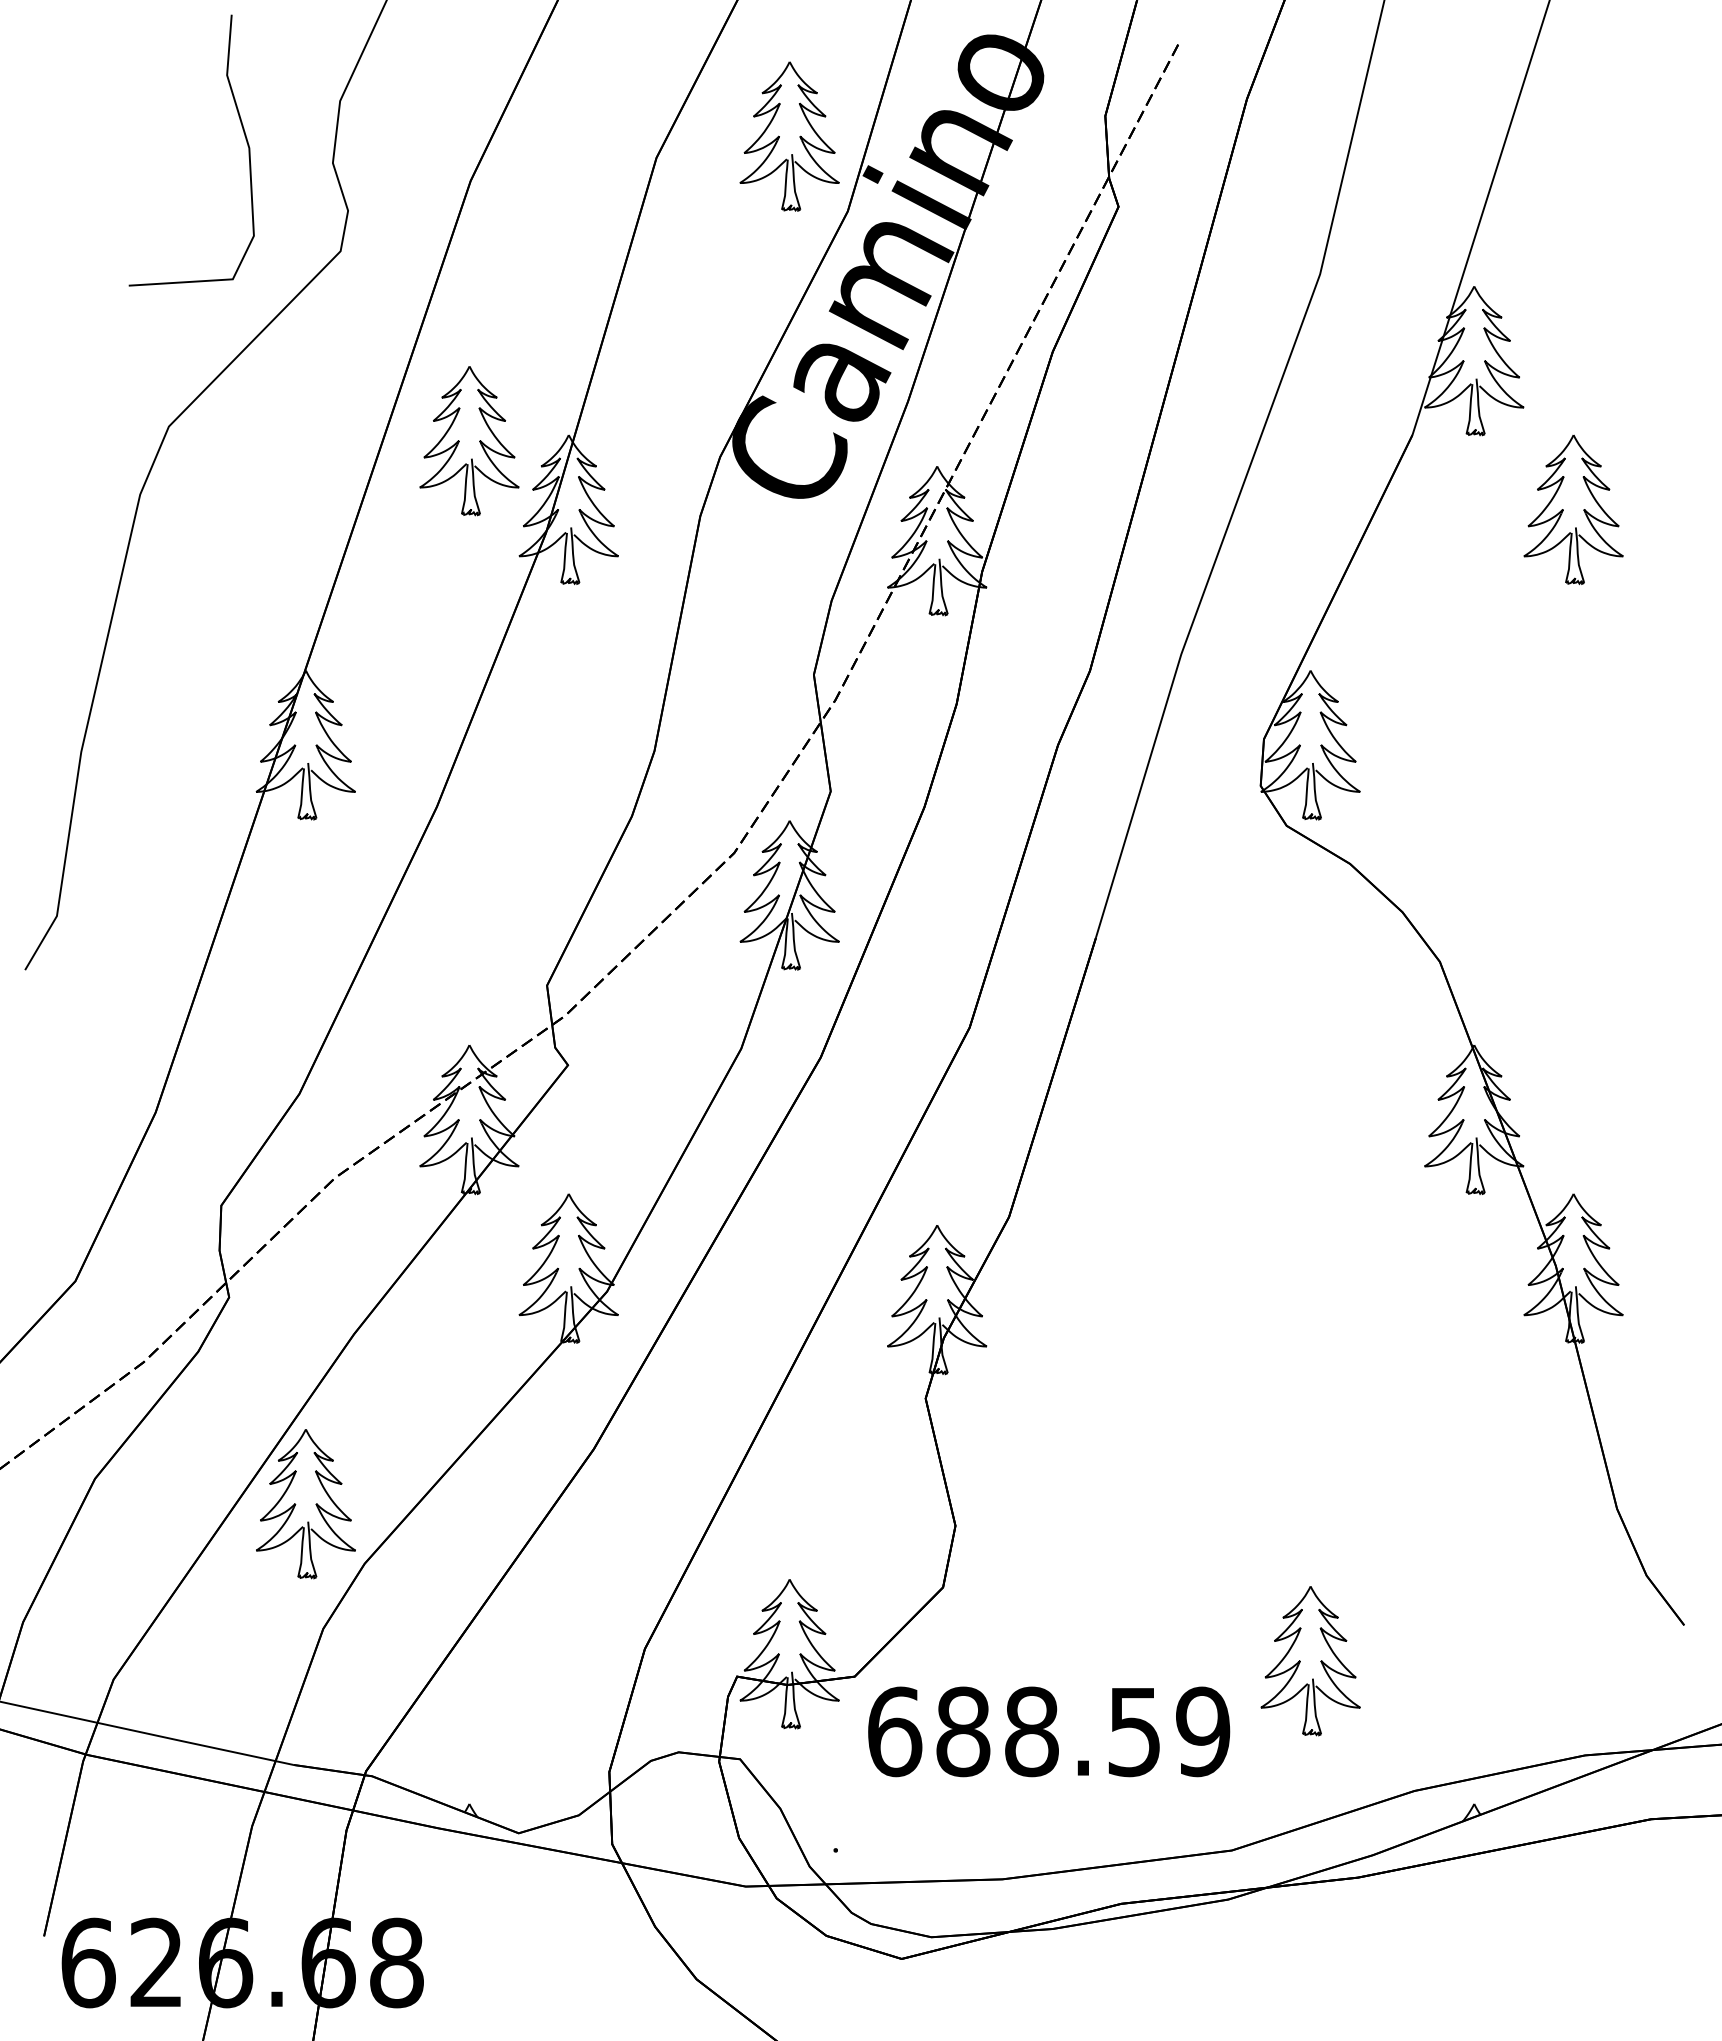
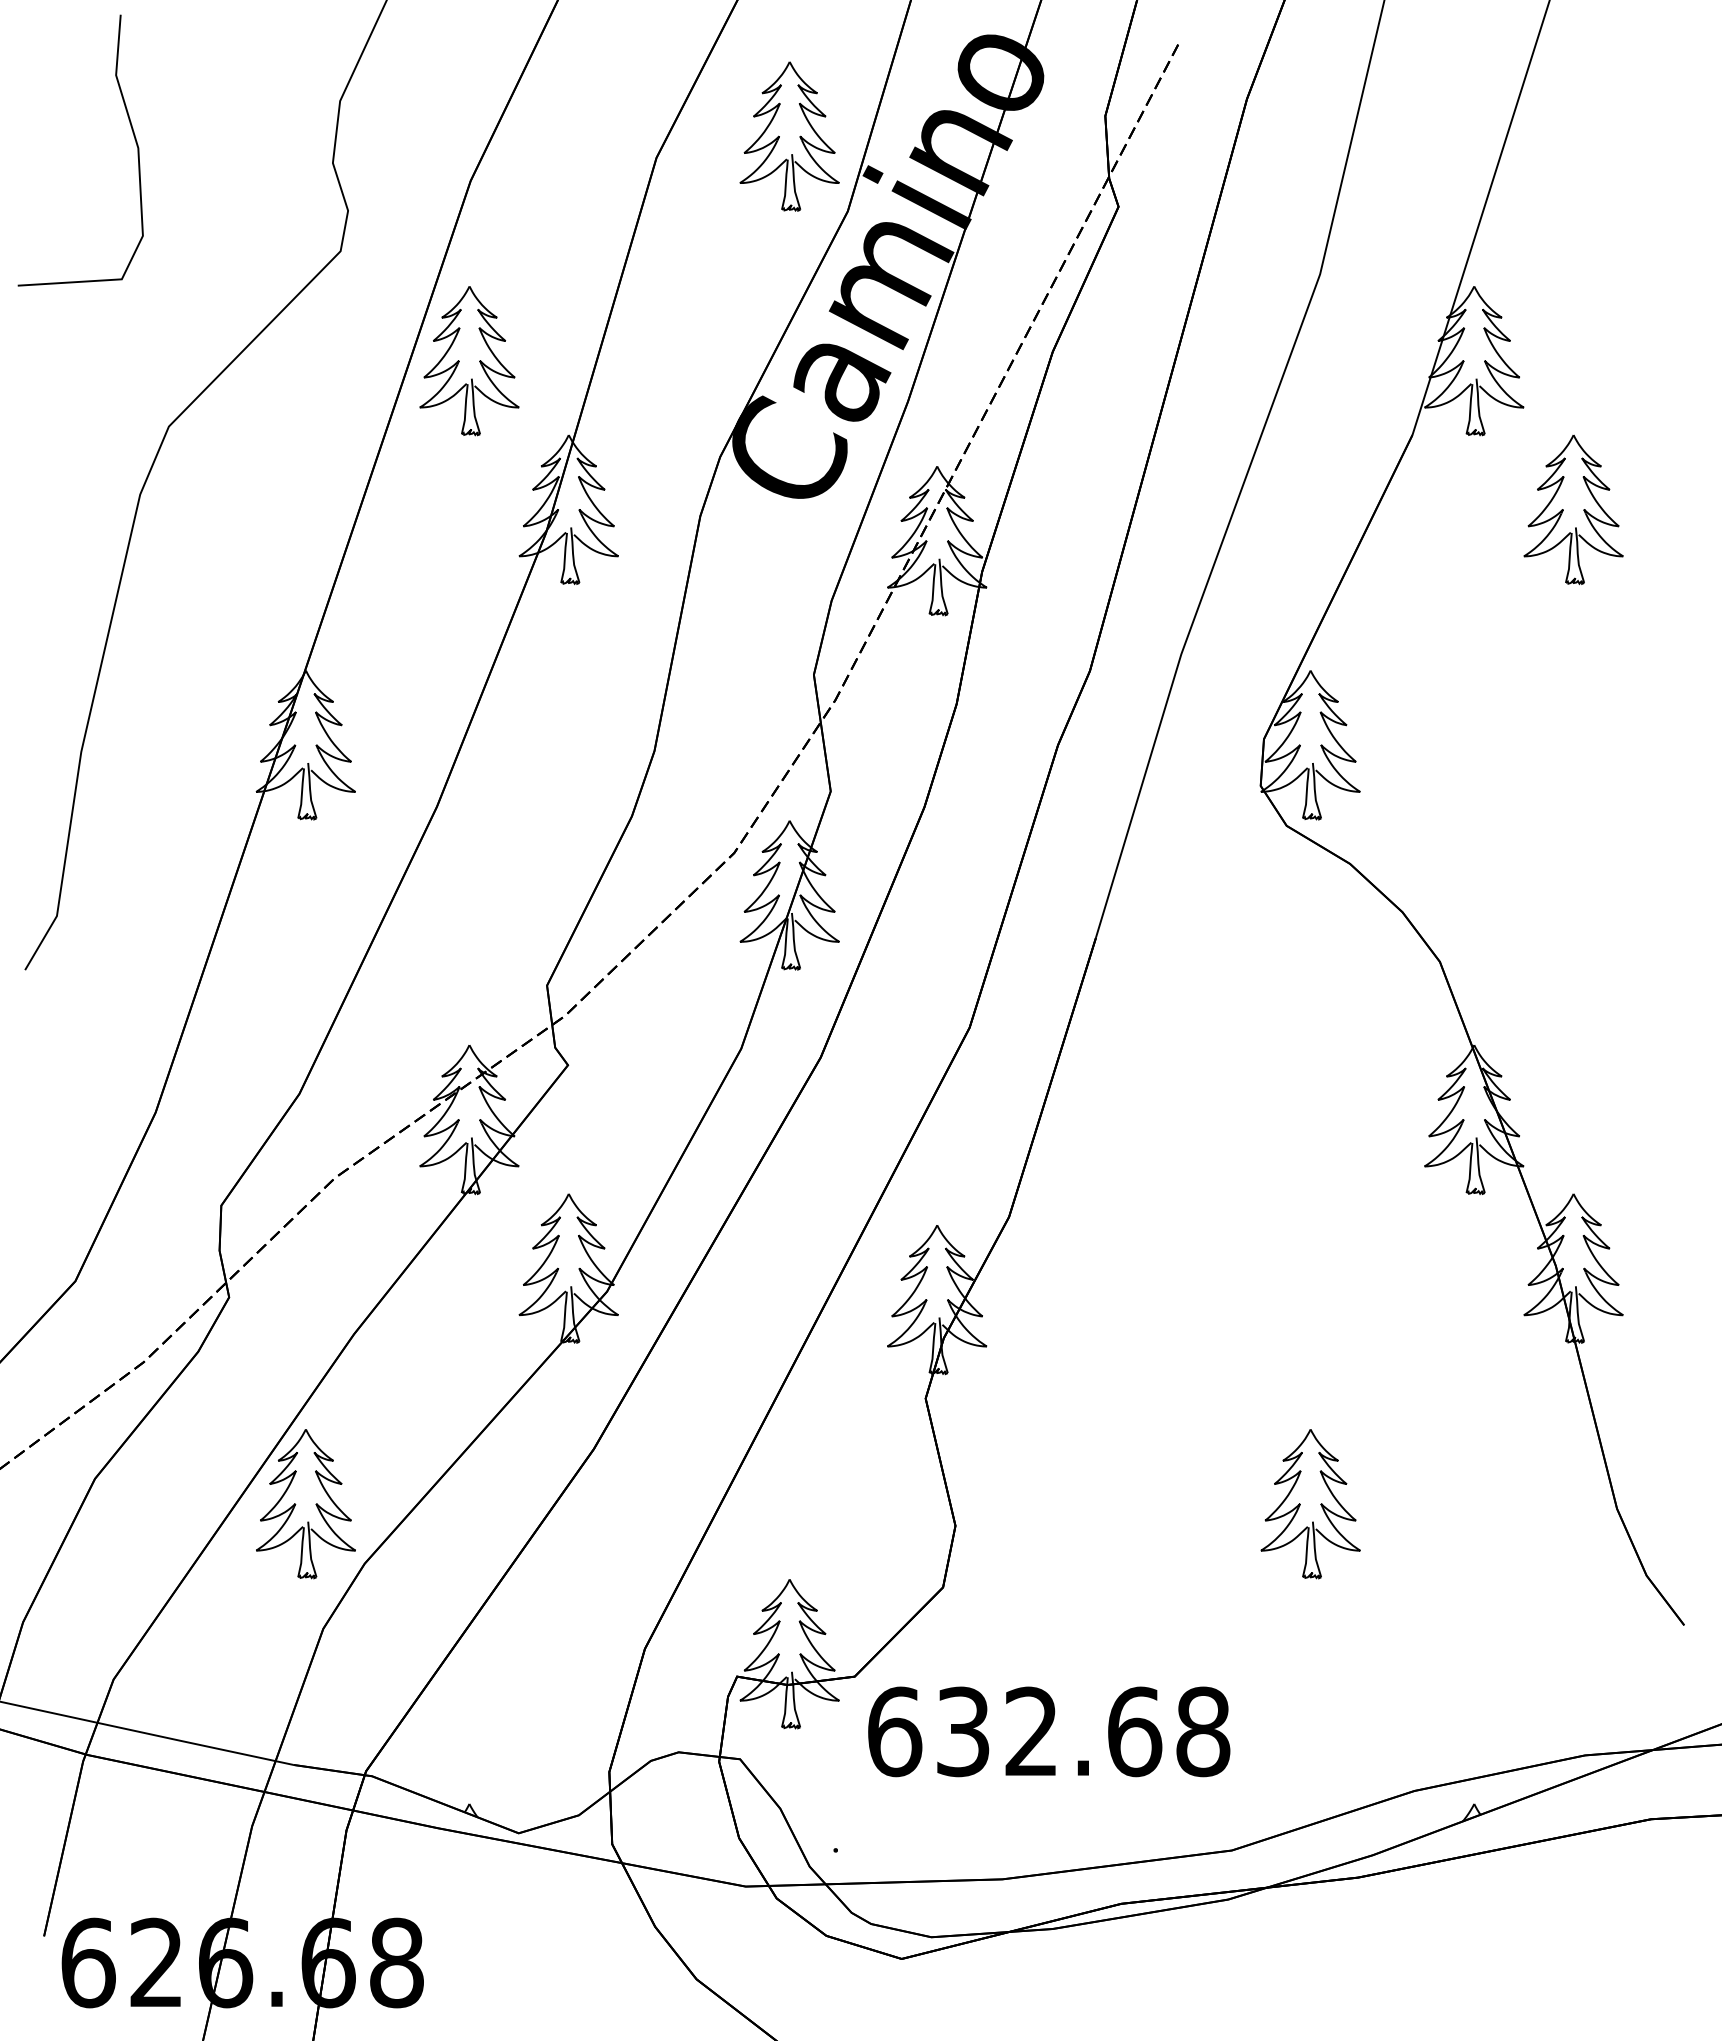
curve at (243, 133) position: (243, 133) -> (132, 133)
part at (469, 441) position: (469, 441) -> (469, 361)
part at (1310, 1661) position: (1310, 1661) -> (1310, 1504)
text at (1083, 1731): 688.59 -> 632.68
